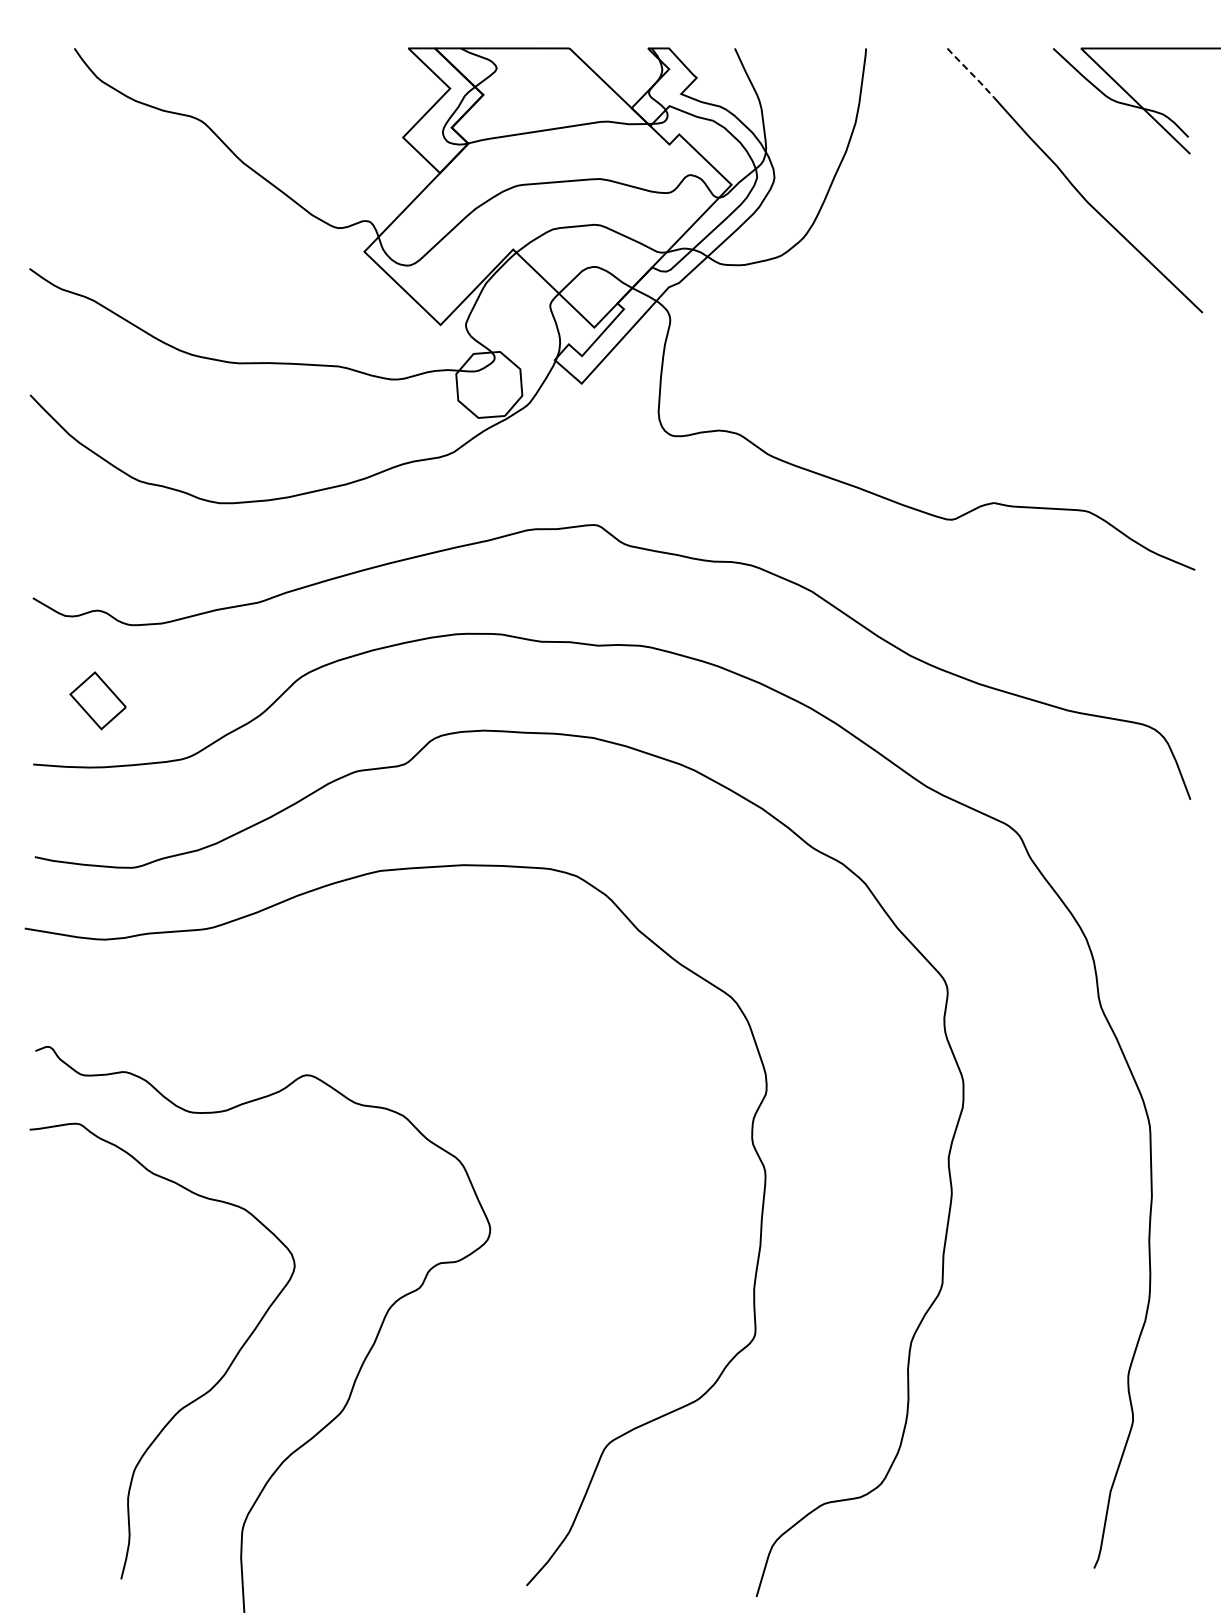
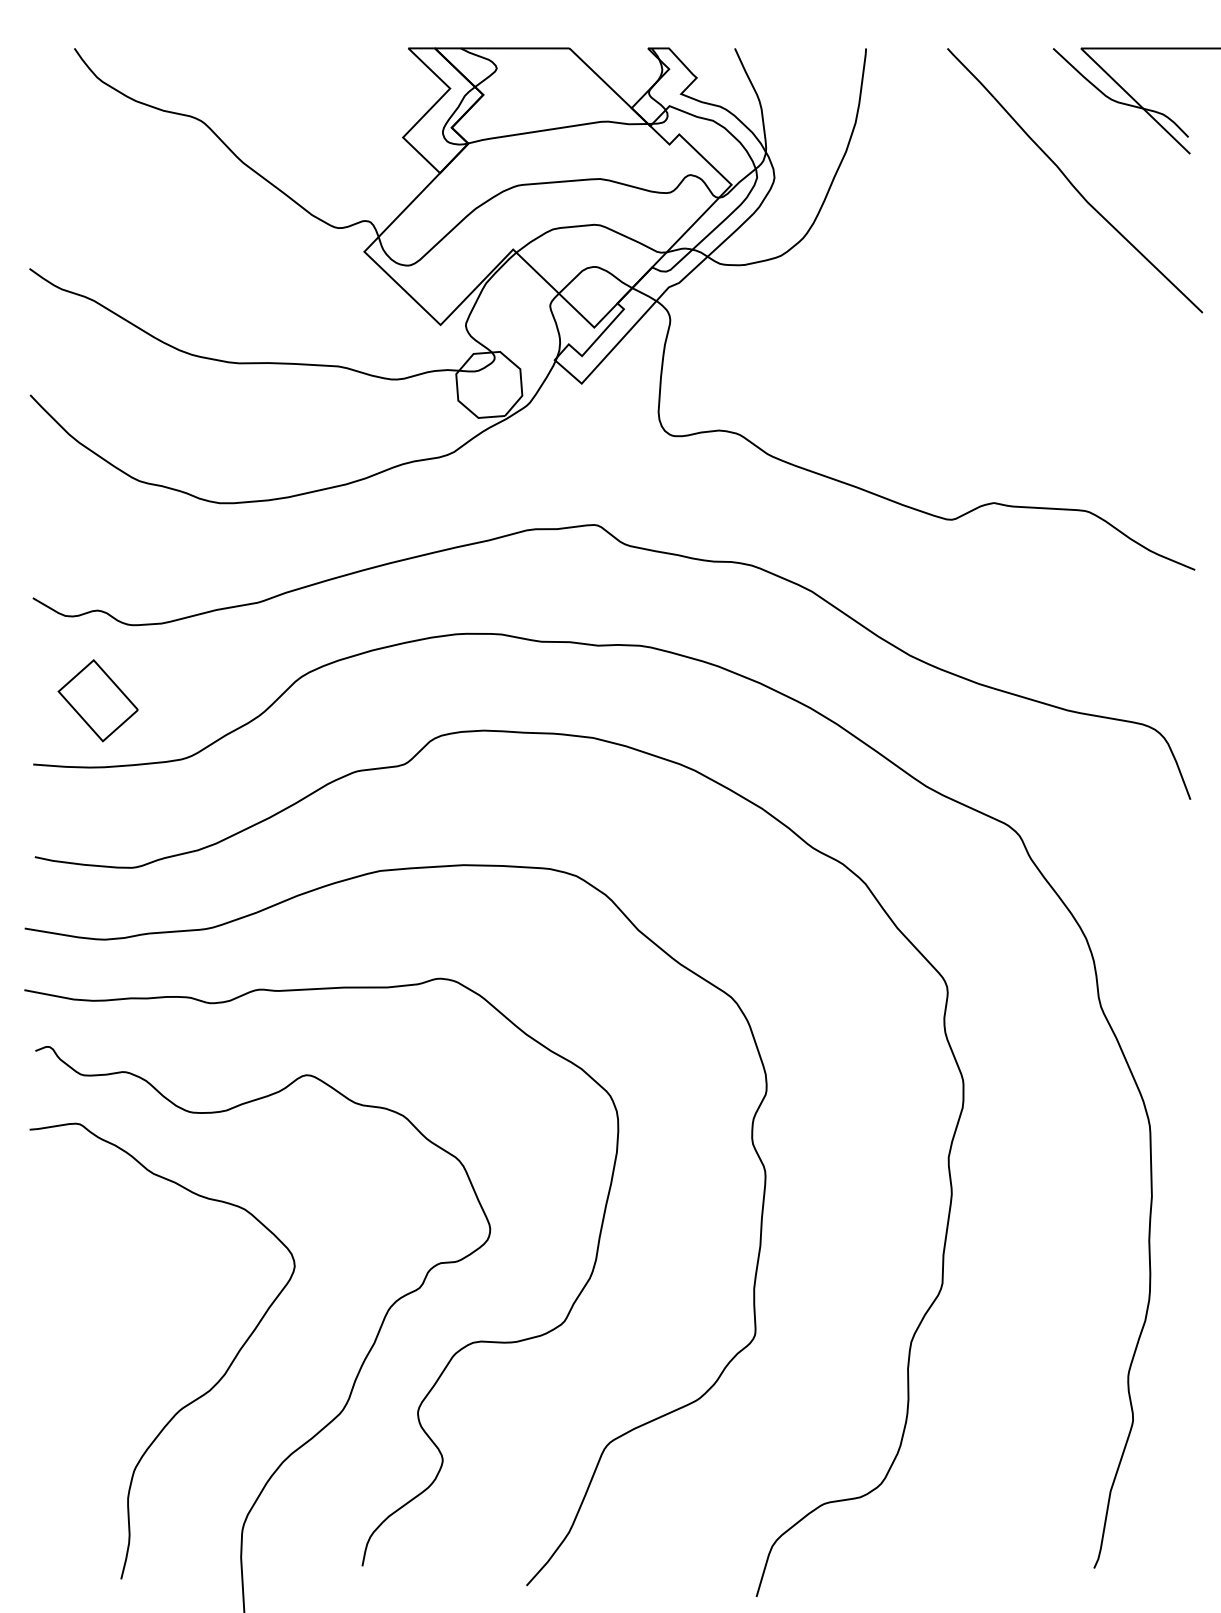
line at (971, 73): dashed -> solid
part at (97, 700) size: 58x60 px -> 82x84 px
curve at (451, 1356): none -> present
